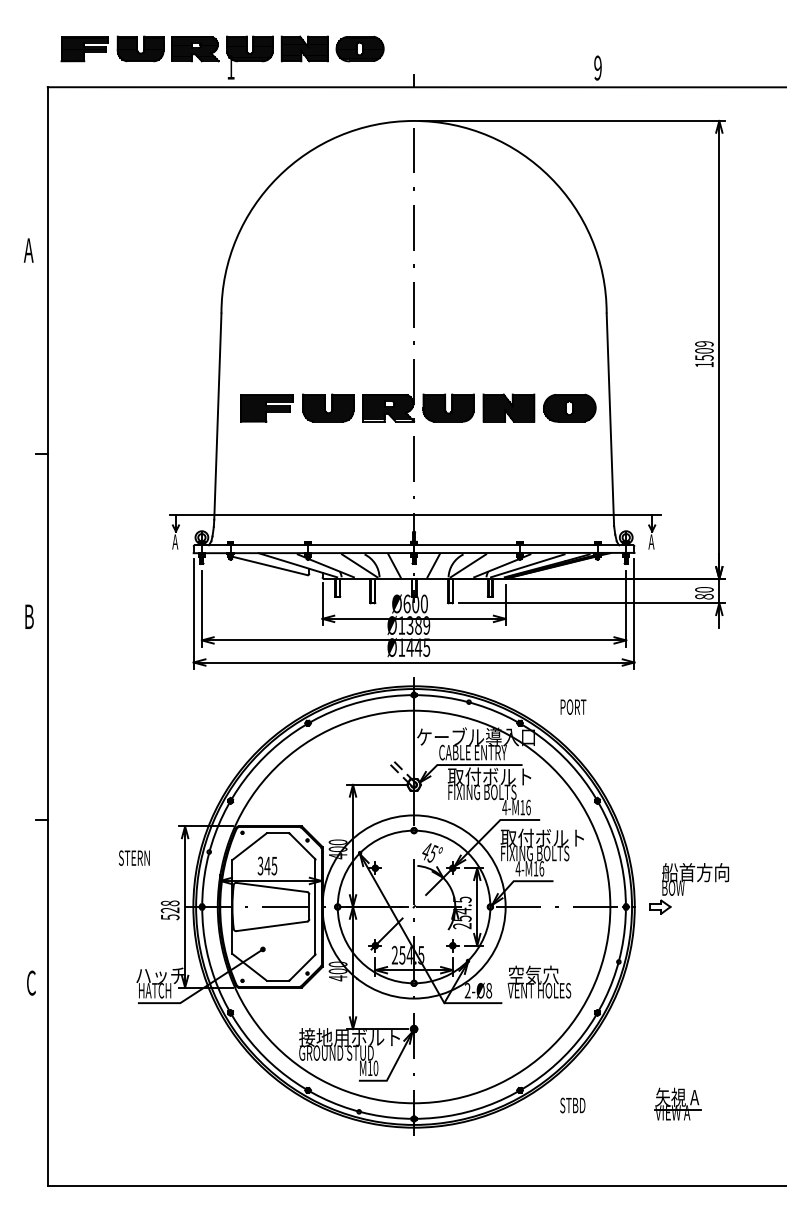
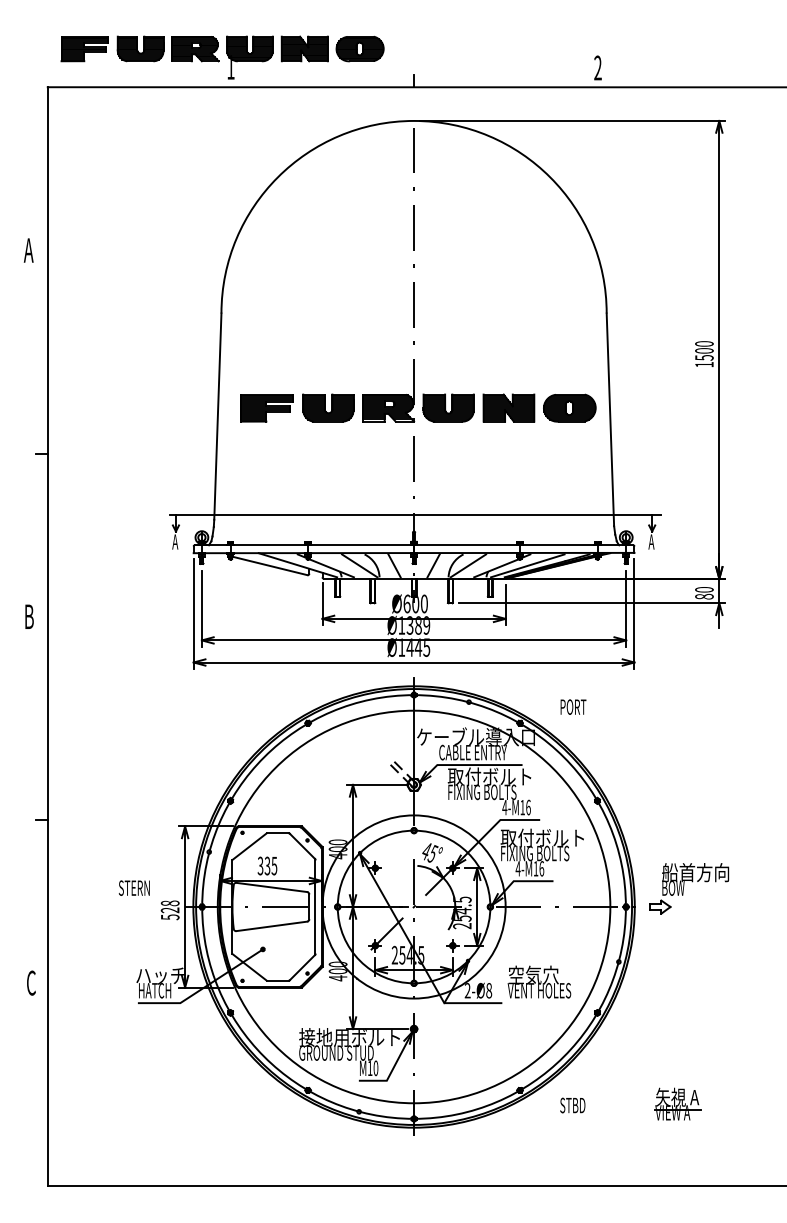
text at (597, 68): 9 -> 2
text at (704, 343): 1509 -> 1500
text at (133, 857) position: (133, 857) -> (133, 887)
text at (267, 865): 345 -> 335
